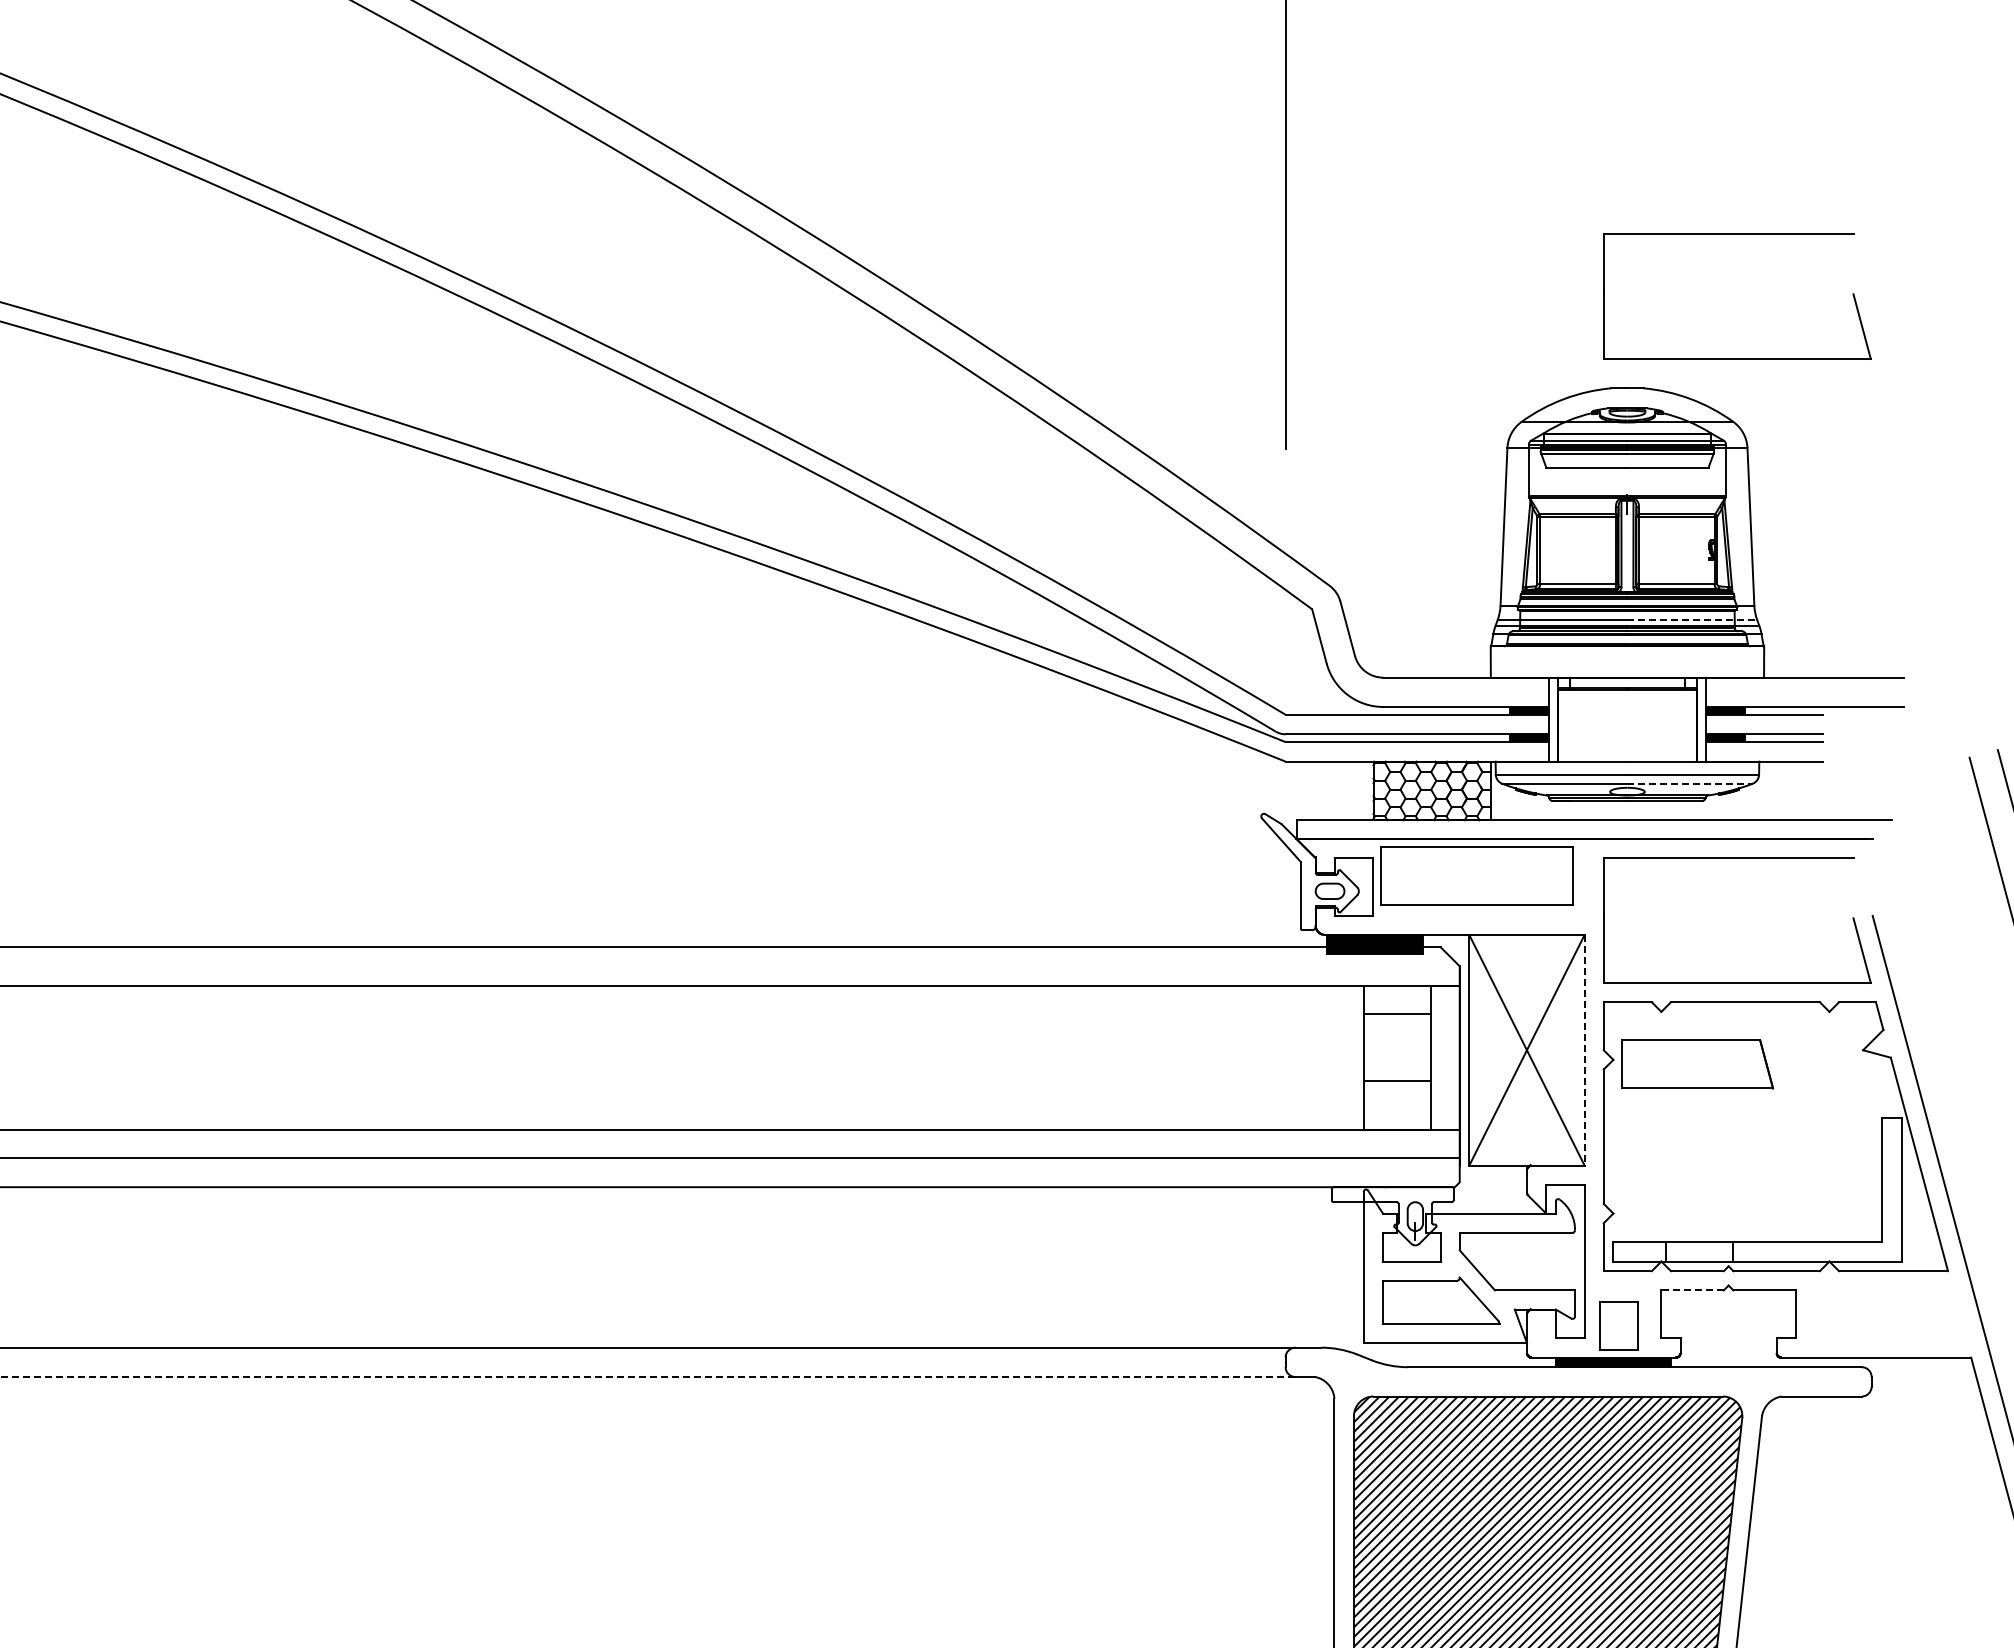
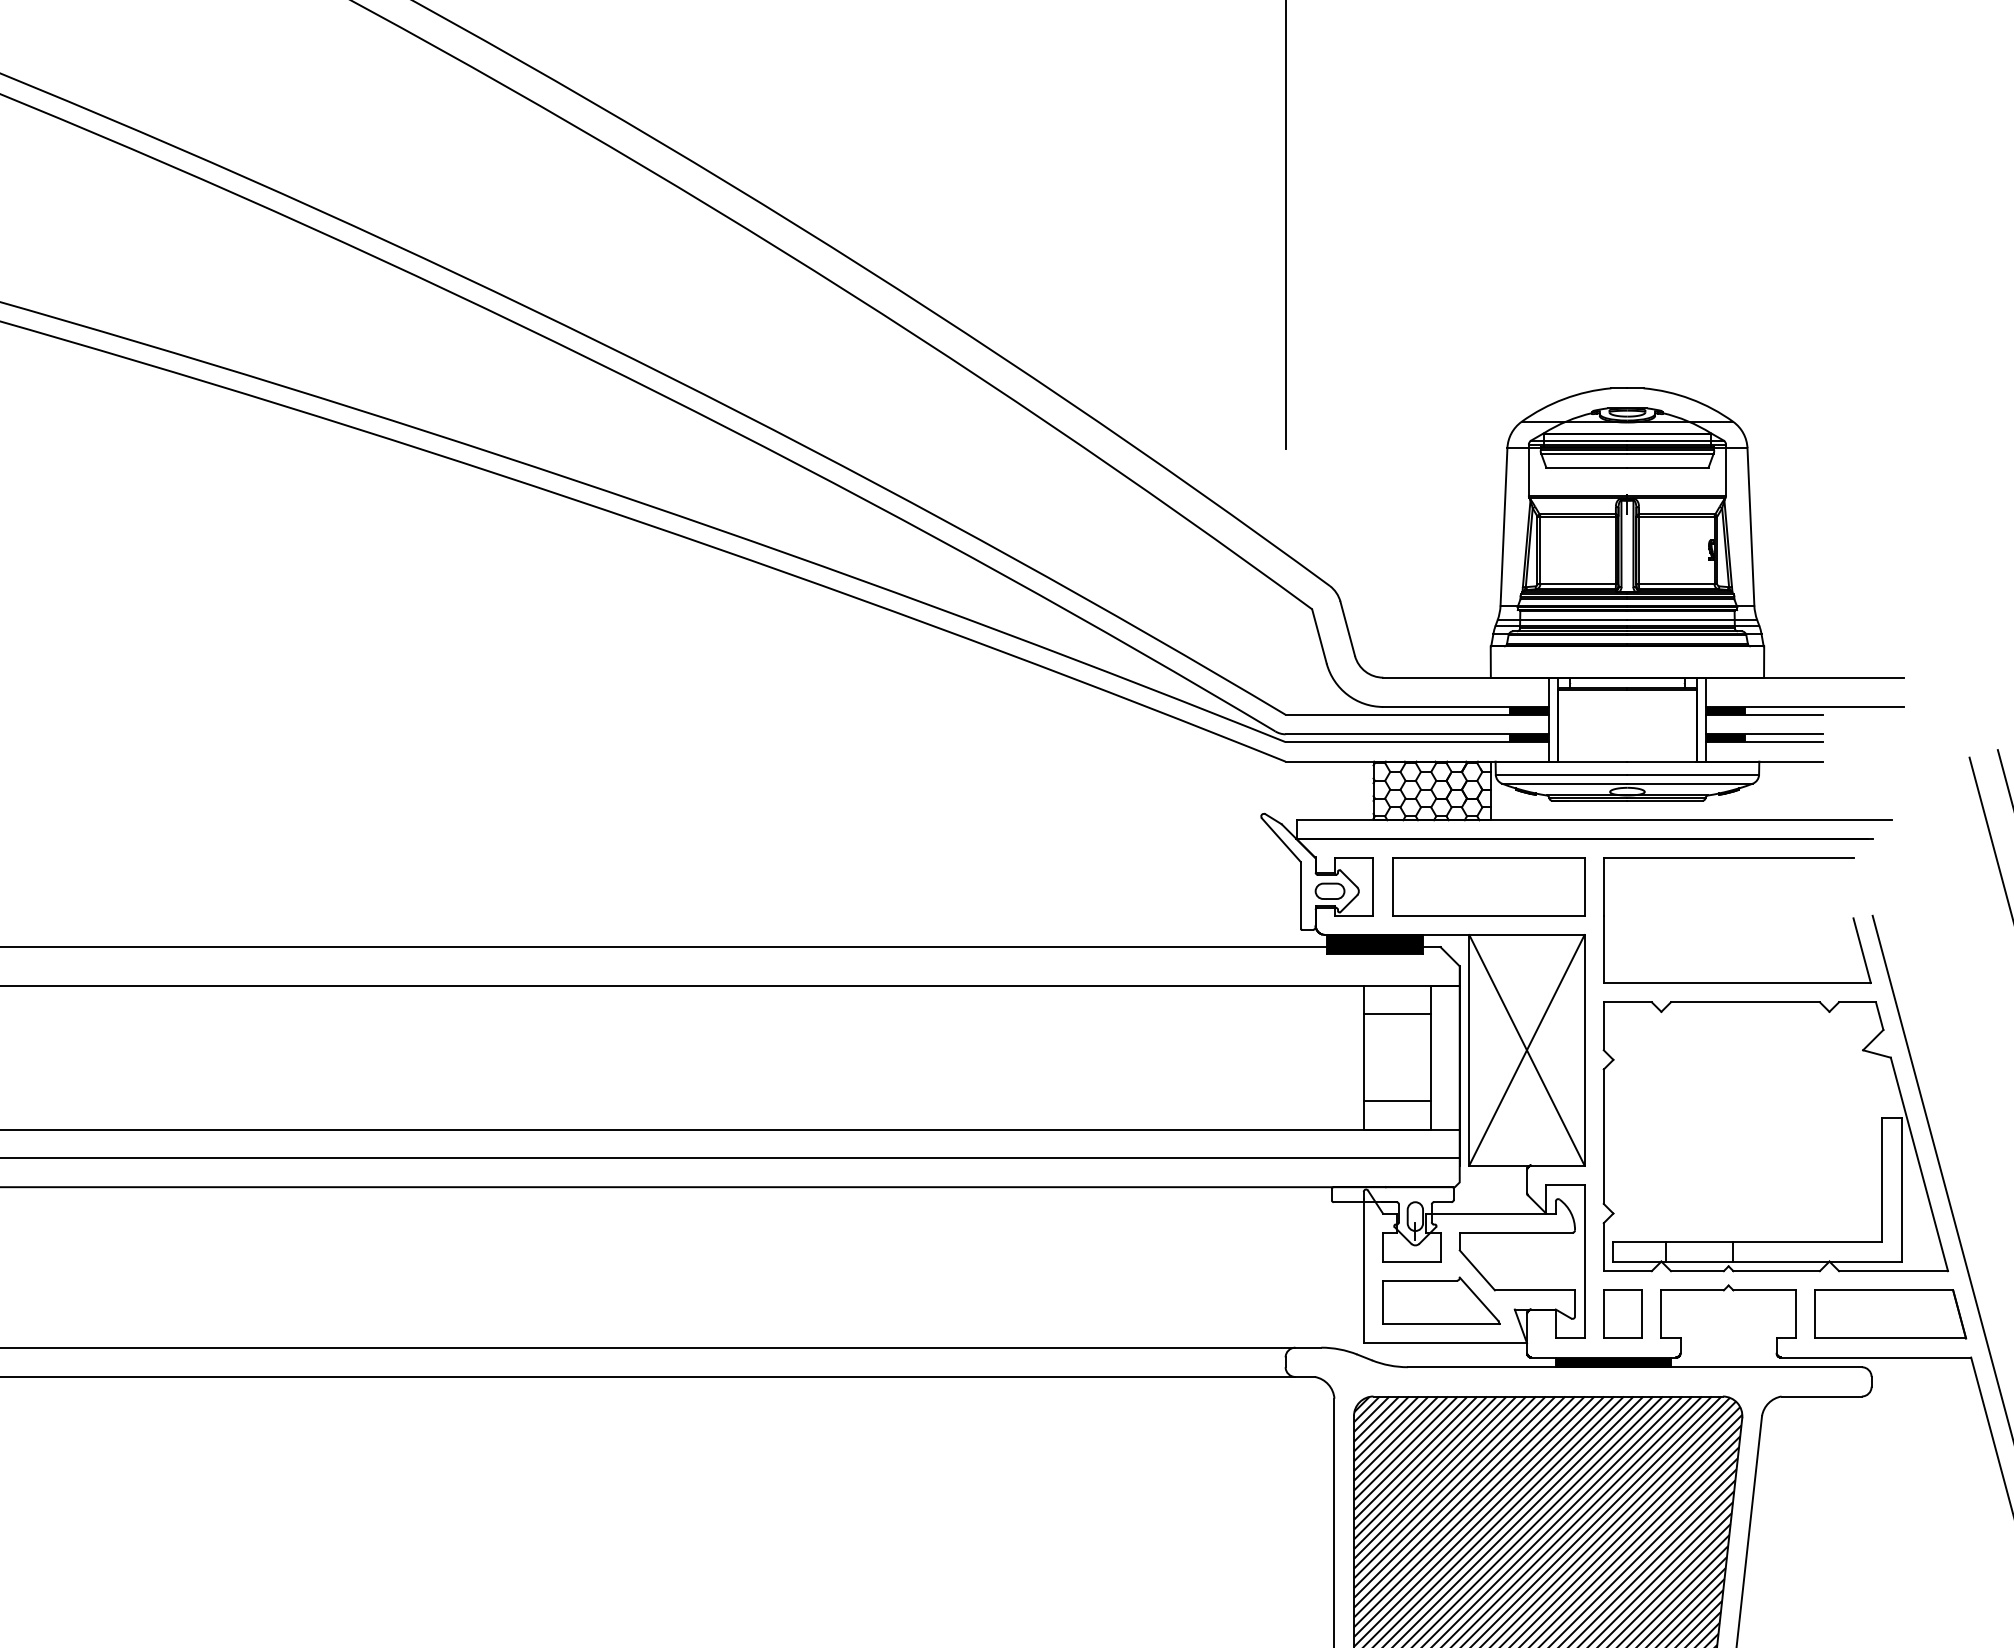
part at (1737, 234): present -> none
line at (1692, 620): dashed -> solid
line at (1690, 783): dashed -> solid
part at (1476, 875) position: (1476, 875) -> (1488, 886)
line at (1584, 1050): dashed -> solid
part at (1697, 1064) position: (1697, 1064) -> (1890, 1314)
line at (1396, 1080) position: (1396, 1080) -> (1396, 1100)
line at (1692, 1290): dashed -> solid
part at (1618, 1325) position: (1618, 1325) -> (1622, 1313)
line at (647, 1376): dashed -> solid
